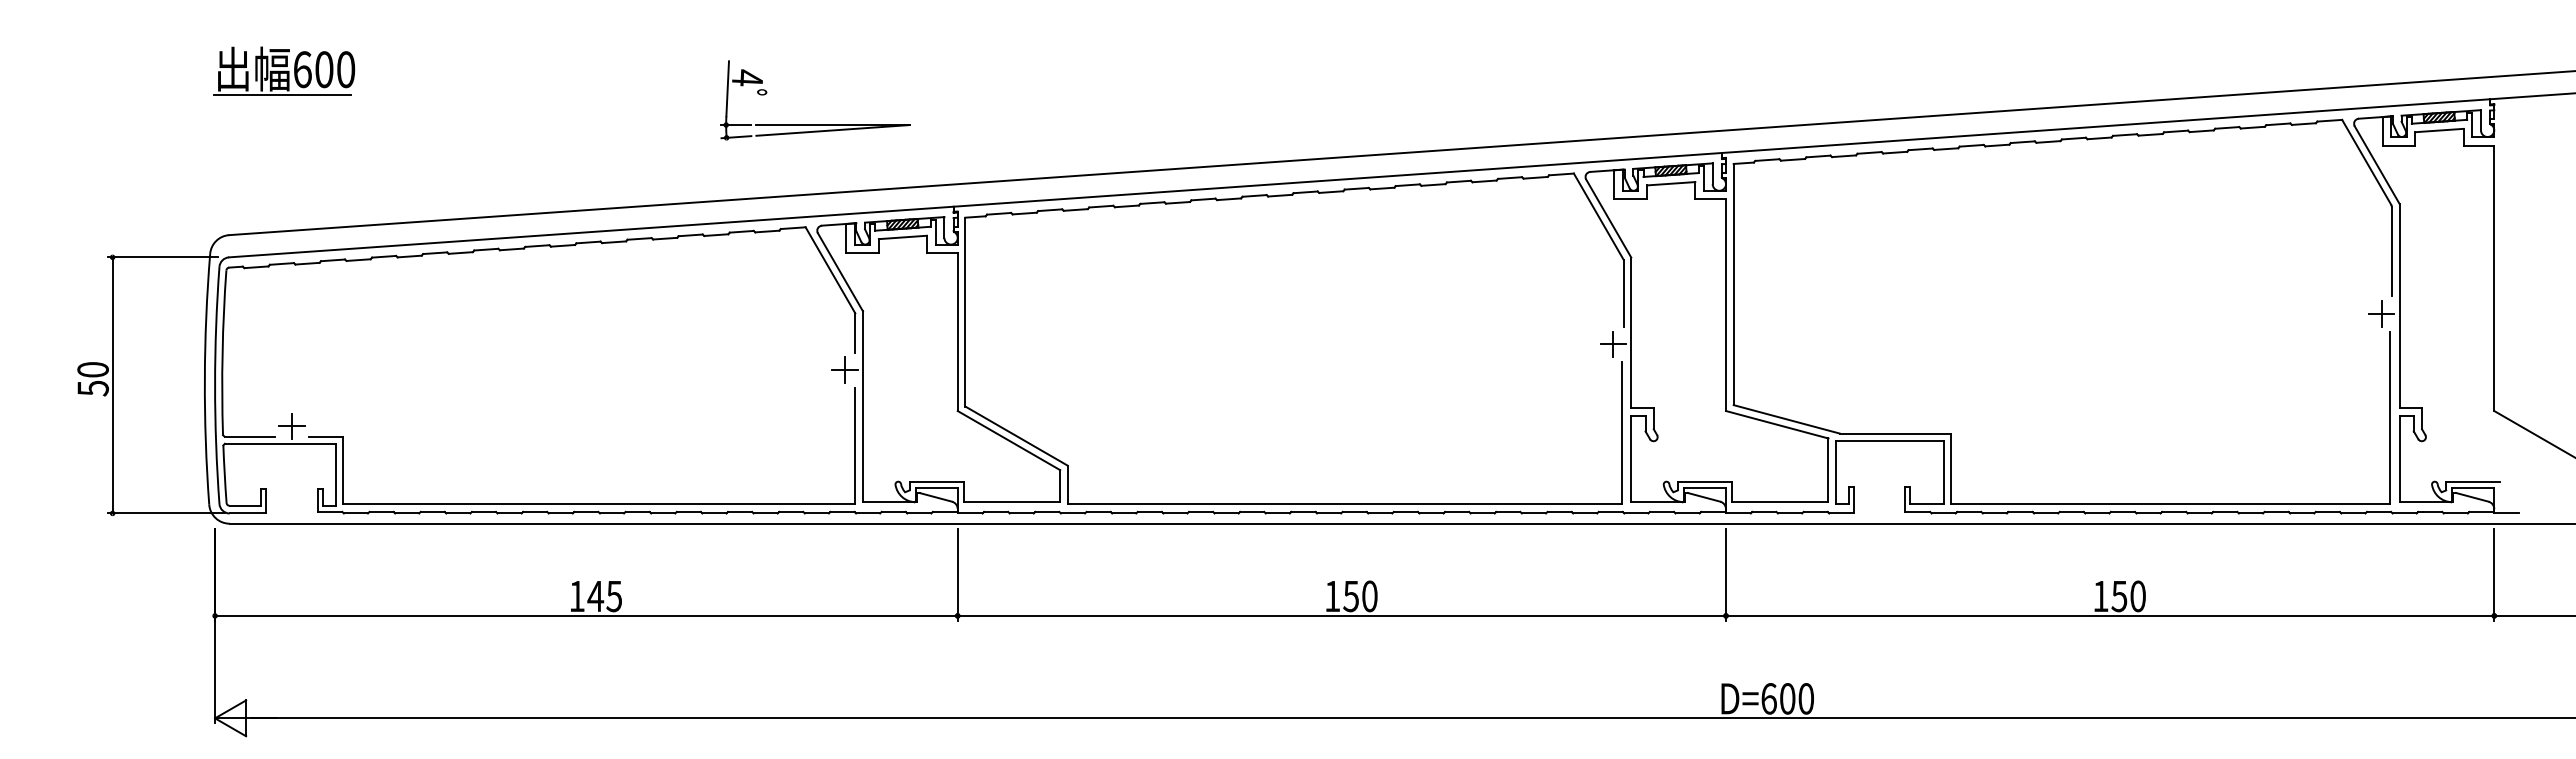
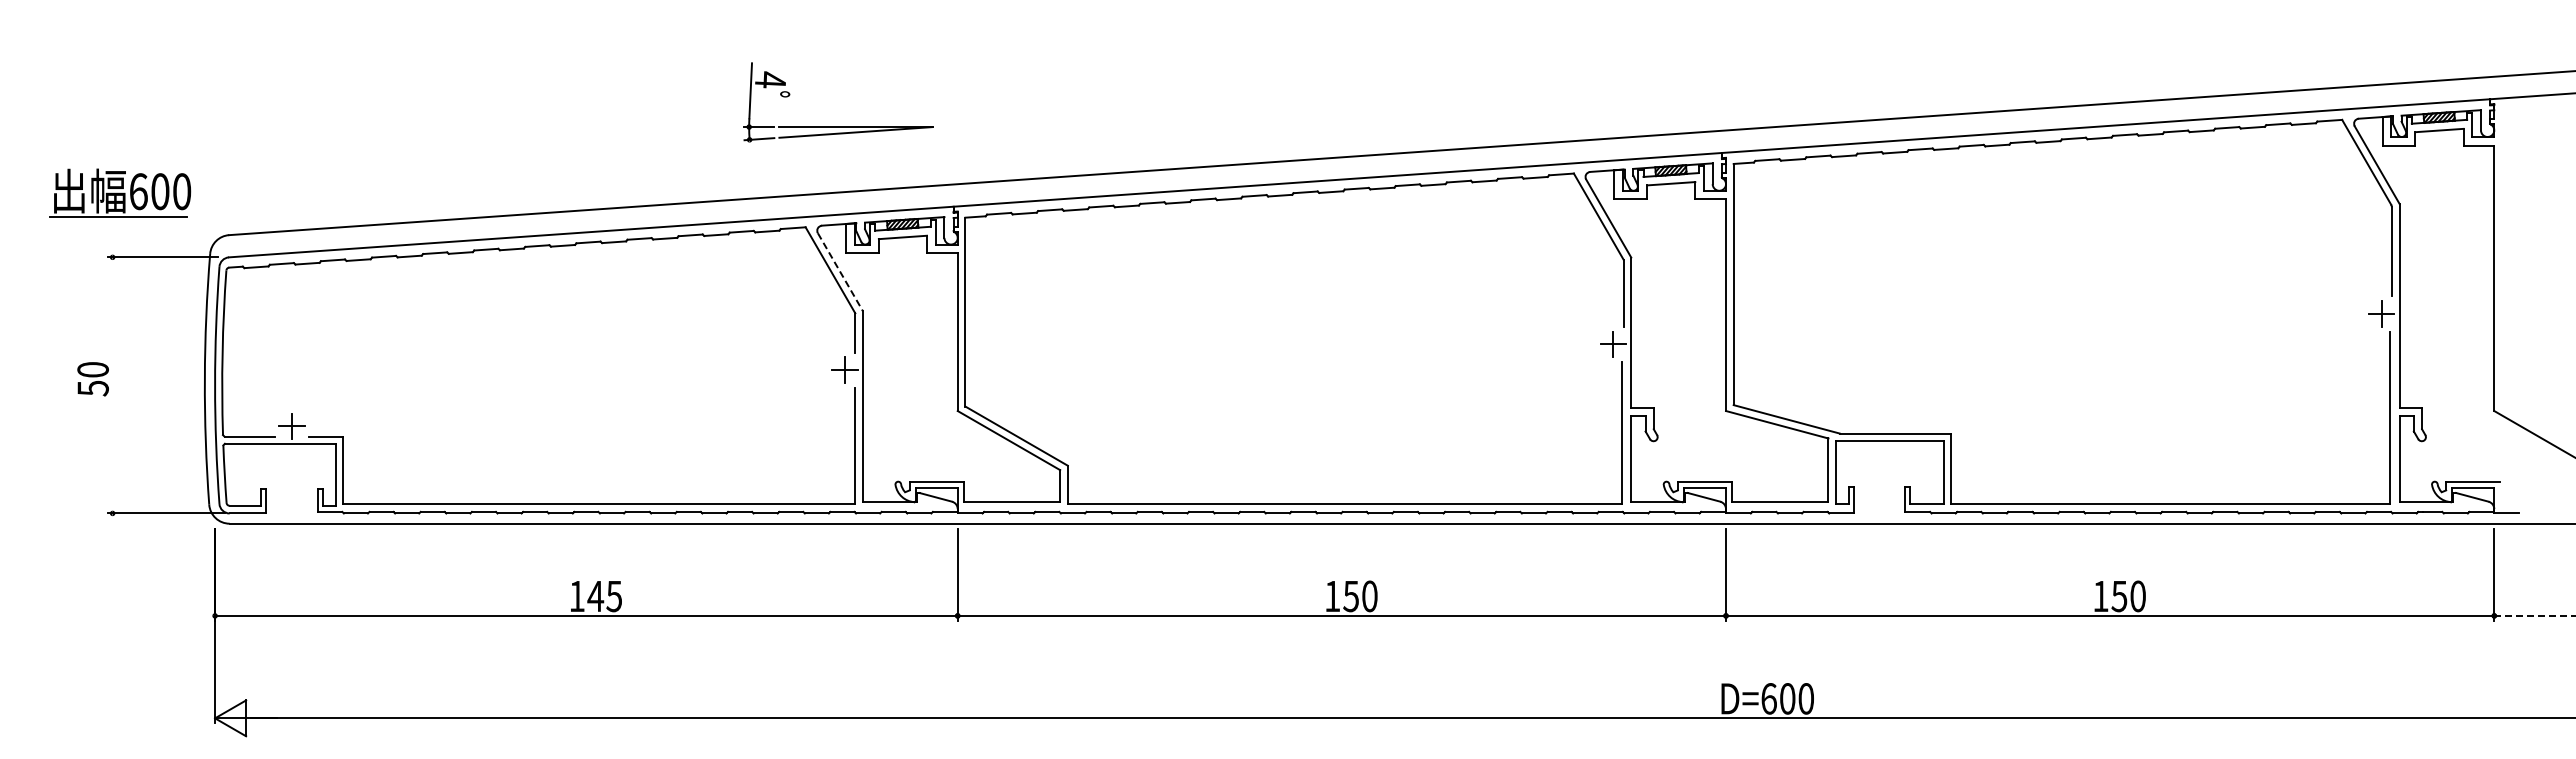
part at (284, 70) position: (284, 70) -> (120, 192)
part at (815, 124) position: (815, 124) -> (838, 126)
line at (840, 272): solid -> dashed
line at (112, 385): present -> none
line at (2535, 615): solid -> dashed
